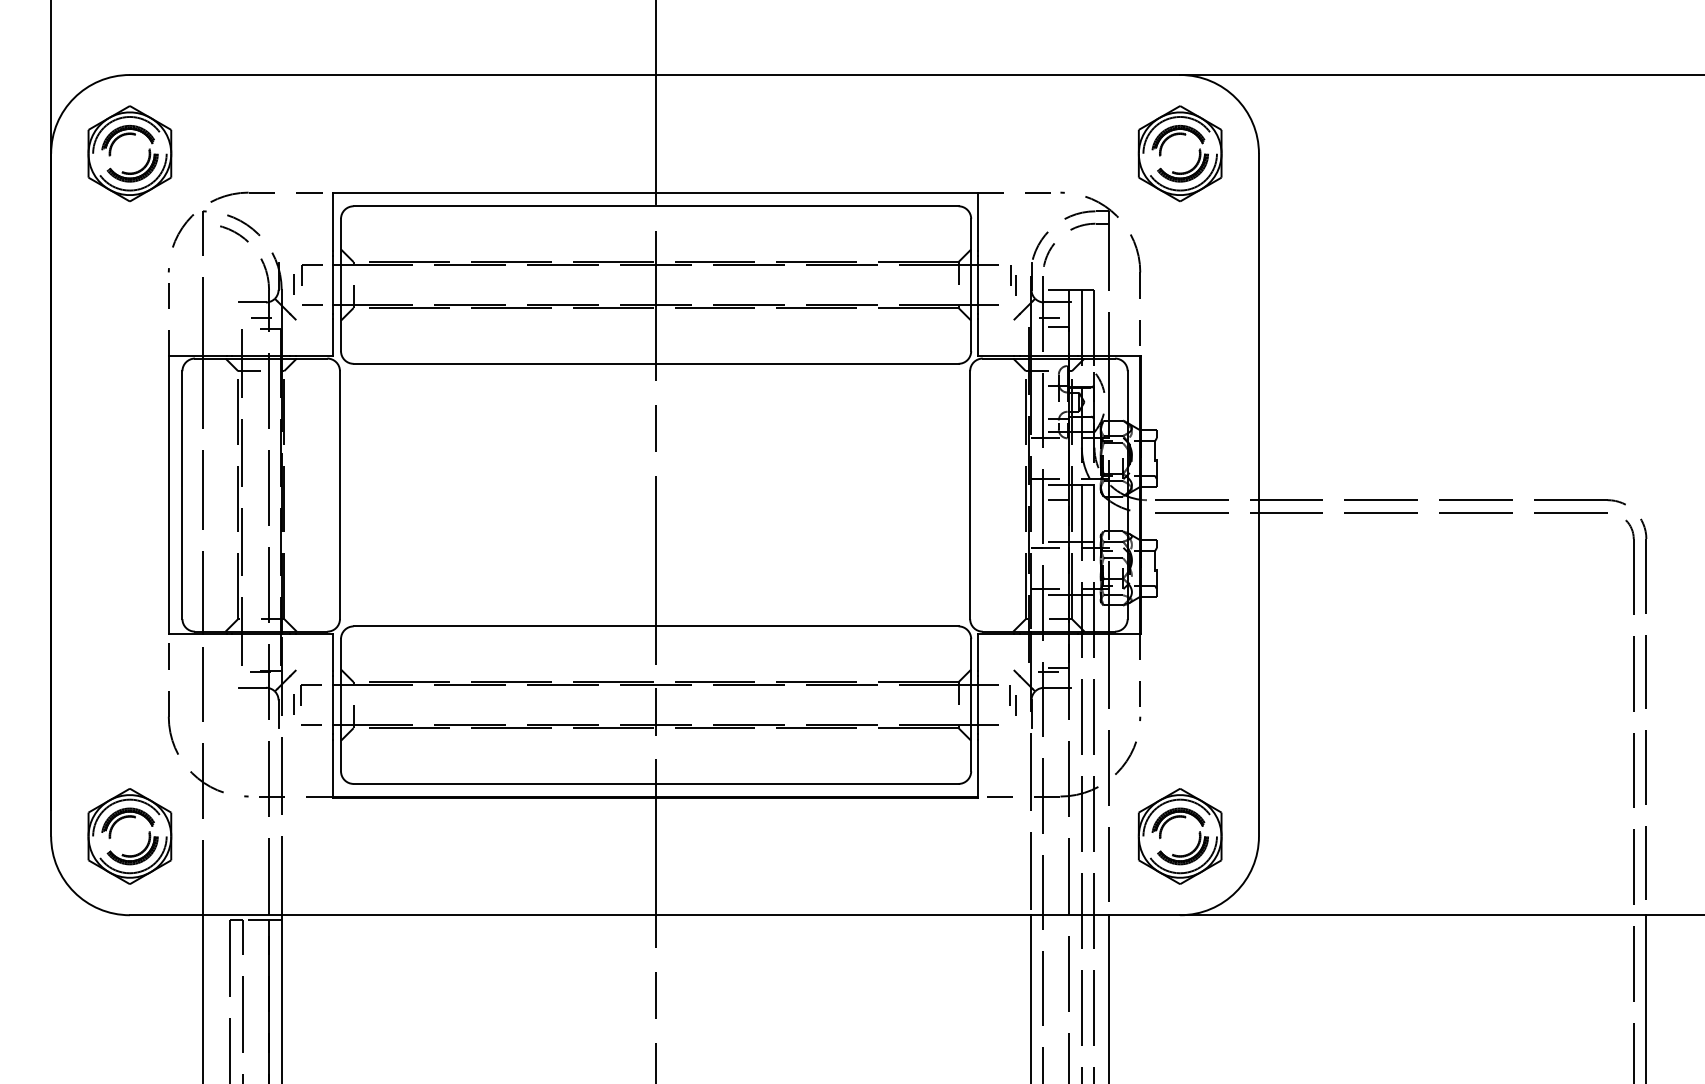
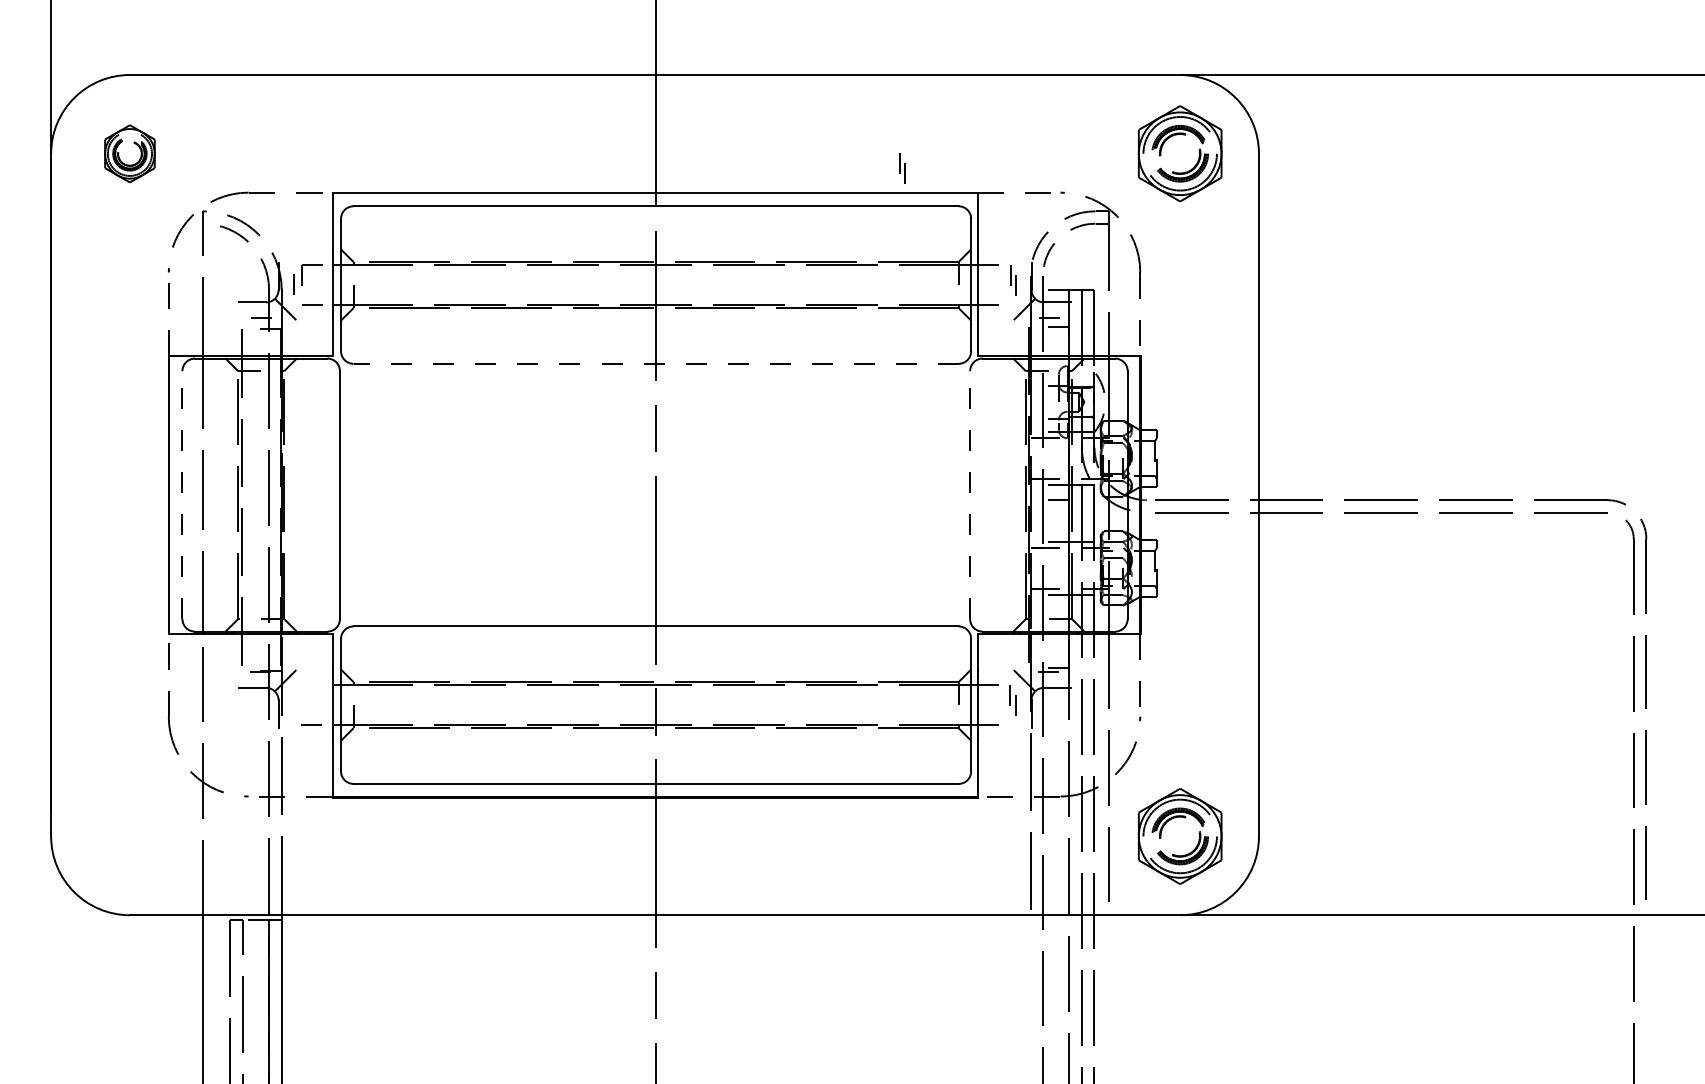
part at (129, 153) size: 86x98 px -> 52x60 px
part at (902, 168): none -> present
line at (655, 363): solid -> dashed
line at (182, 495): solid -> dashed
line at (970, 495): solid -> dashed
part at (307, 699): present -> none
part at (129, 836): present -> none
line at (1030, 997): present -> none
line at (1109, 997): present -> none
line at (1646, 997): present -> none
